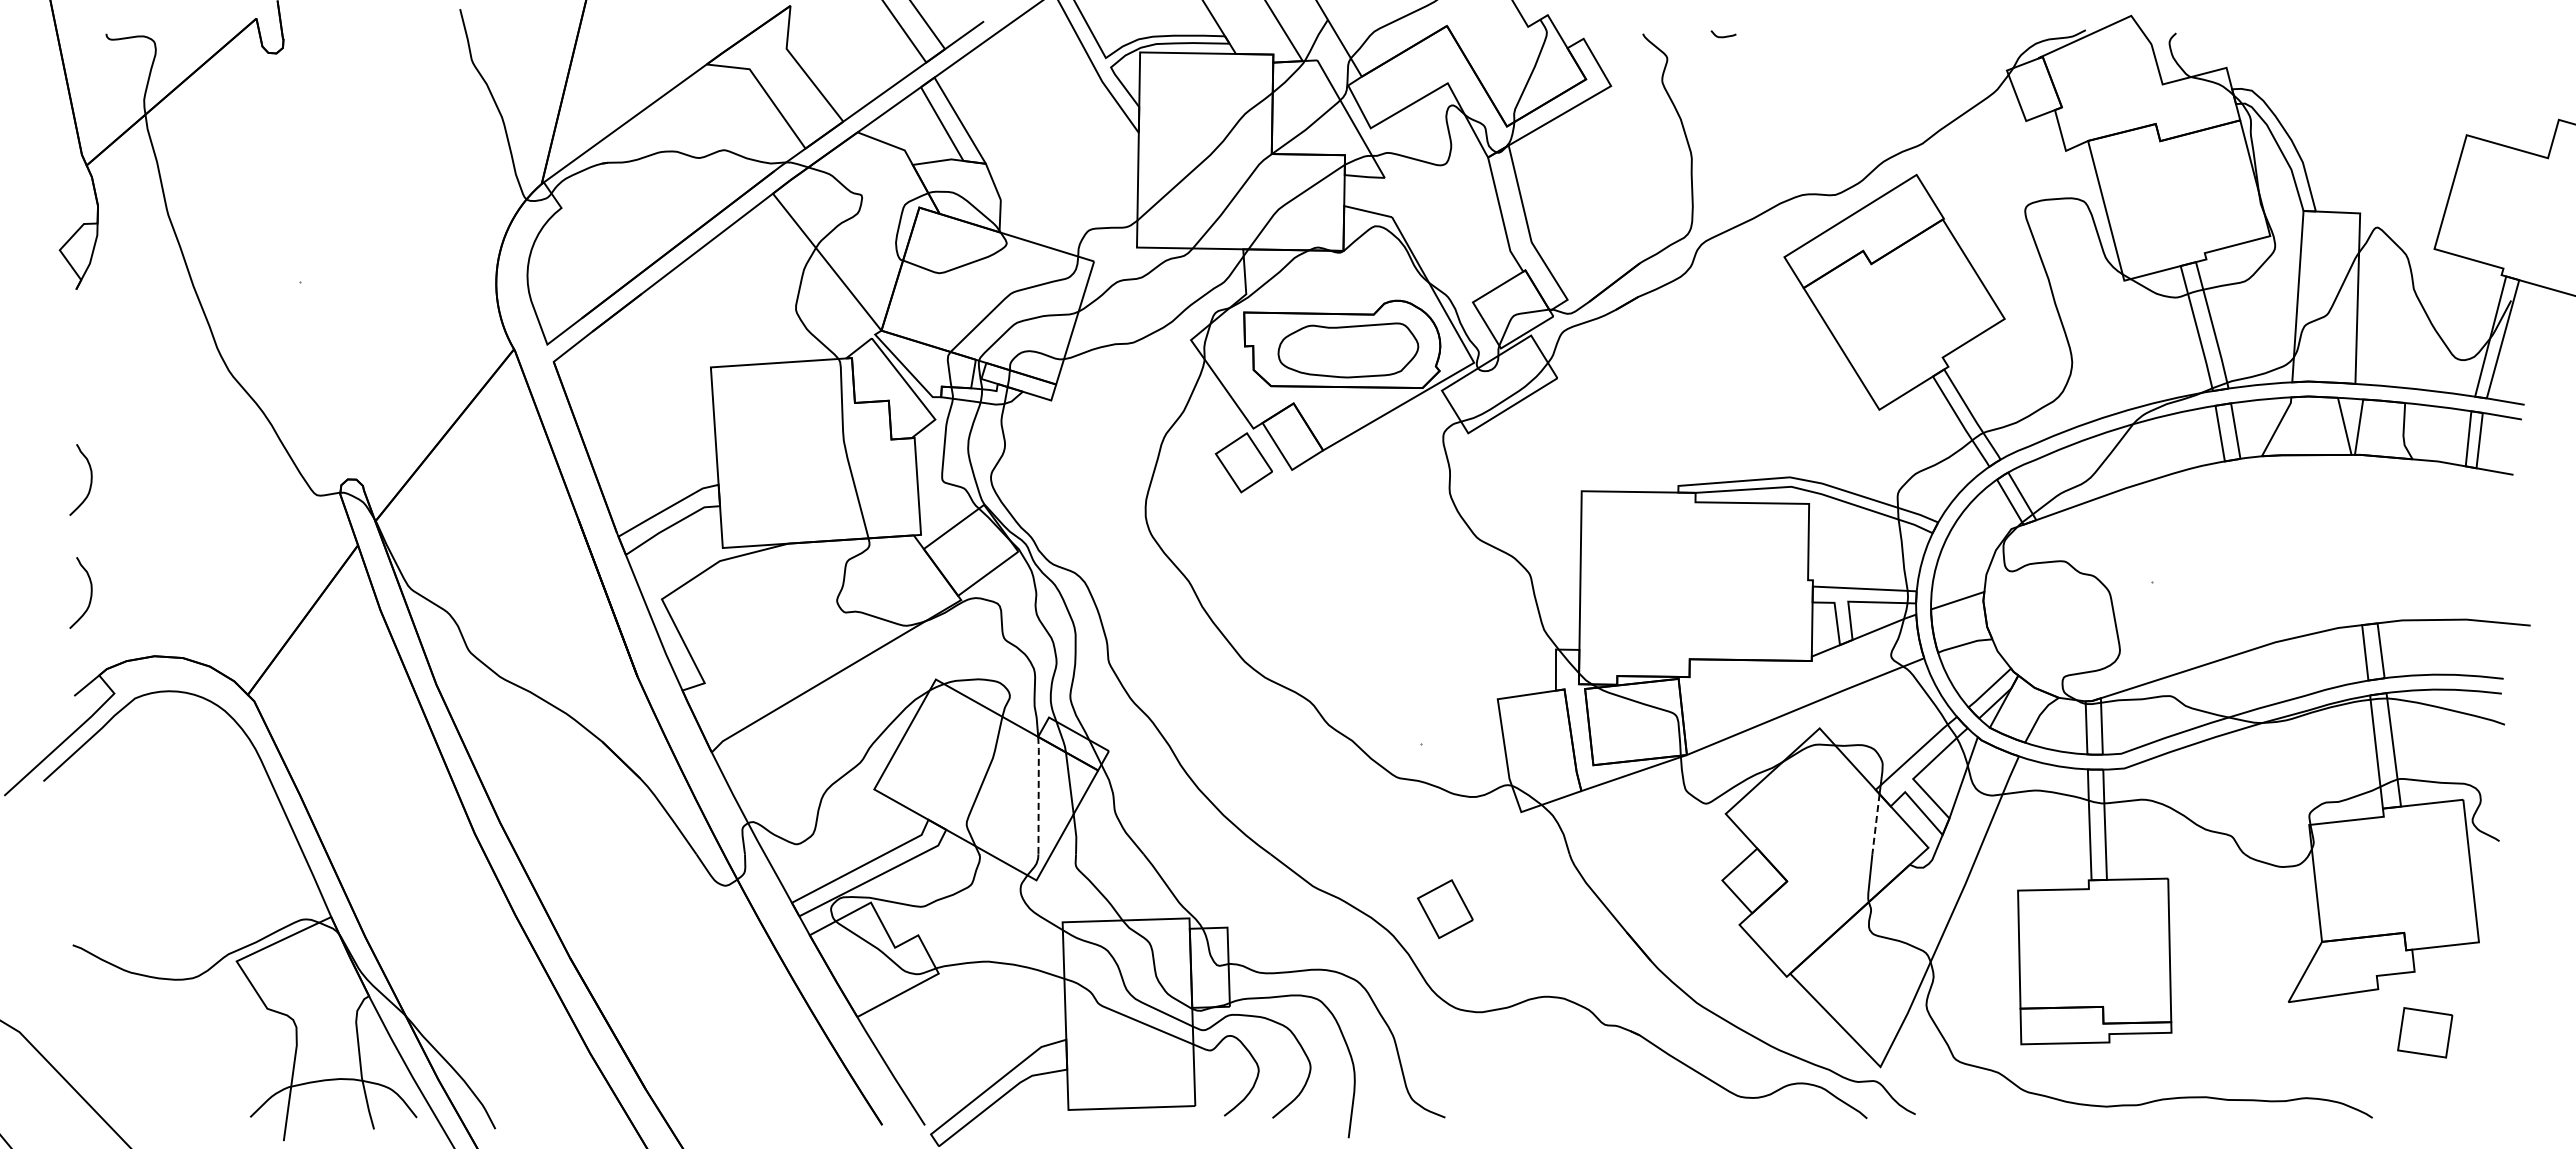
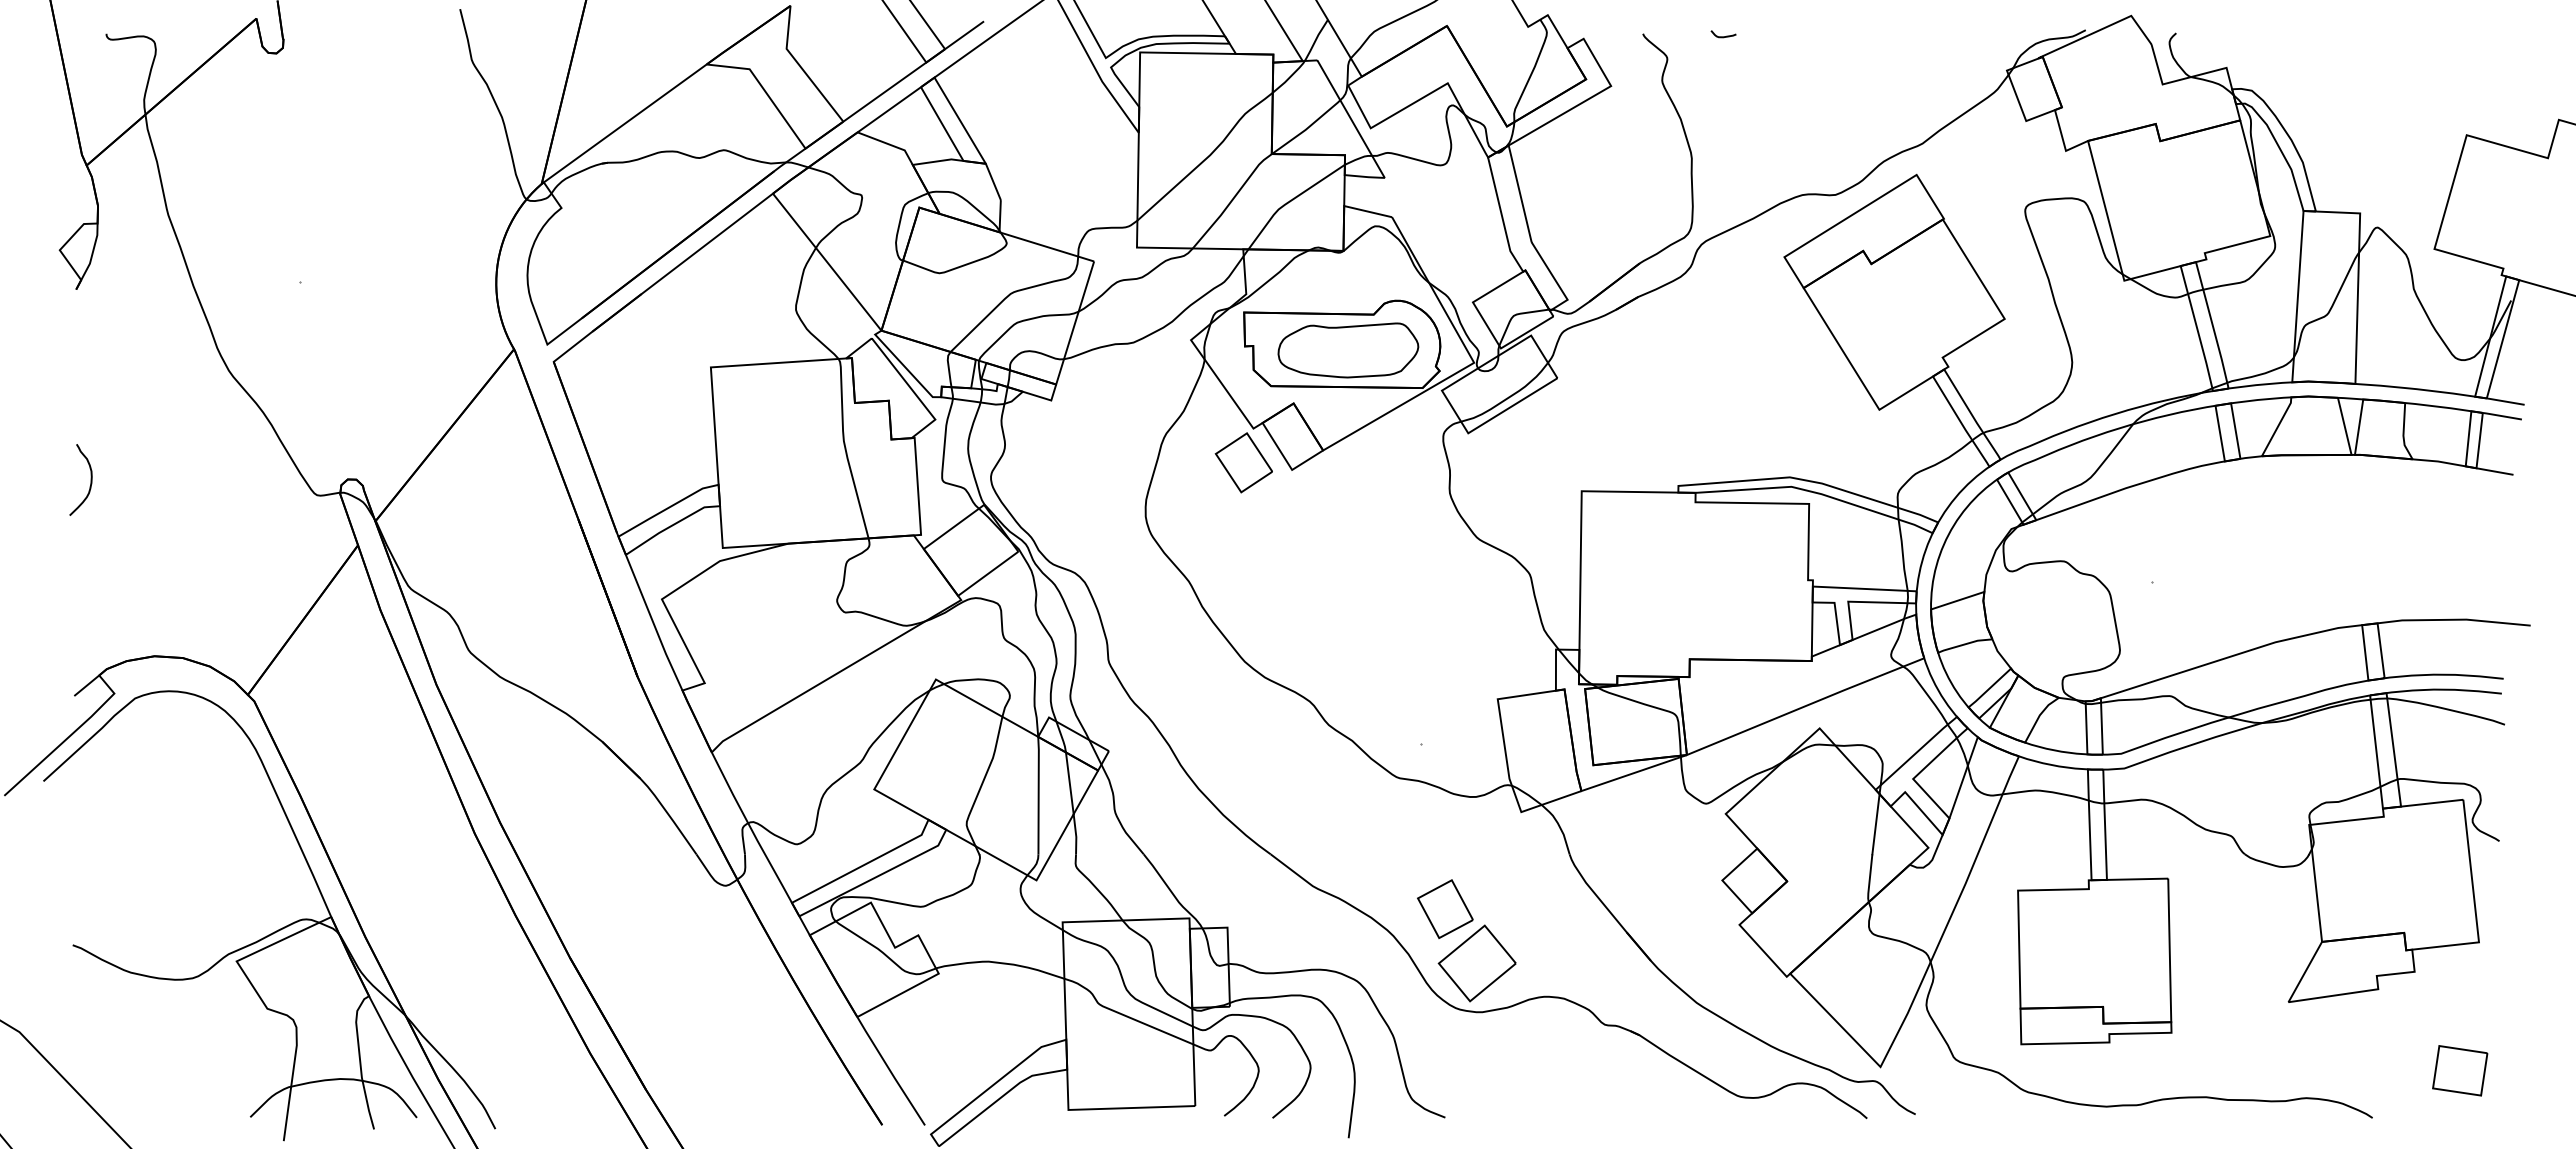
curve at (90, 592): present -> none
line at (1038, 795): dashed -> solid
line at (1875, 824): dashed -> solid
part at (1476, 963): none -> present
part at (2425, 1032) position: (2425, 1032) -> (2460, 1070)
